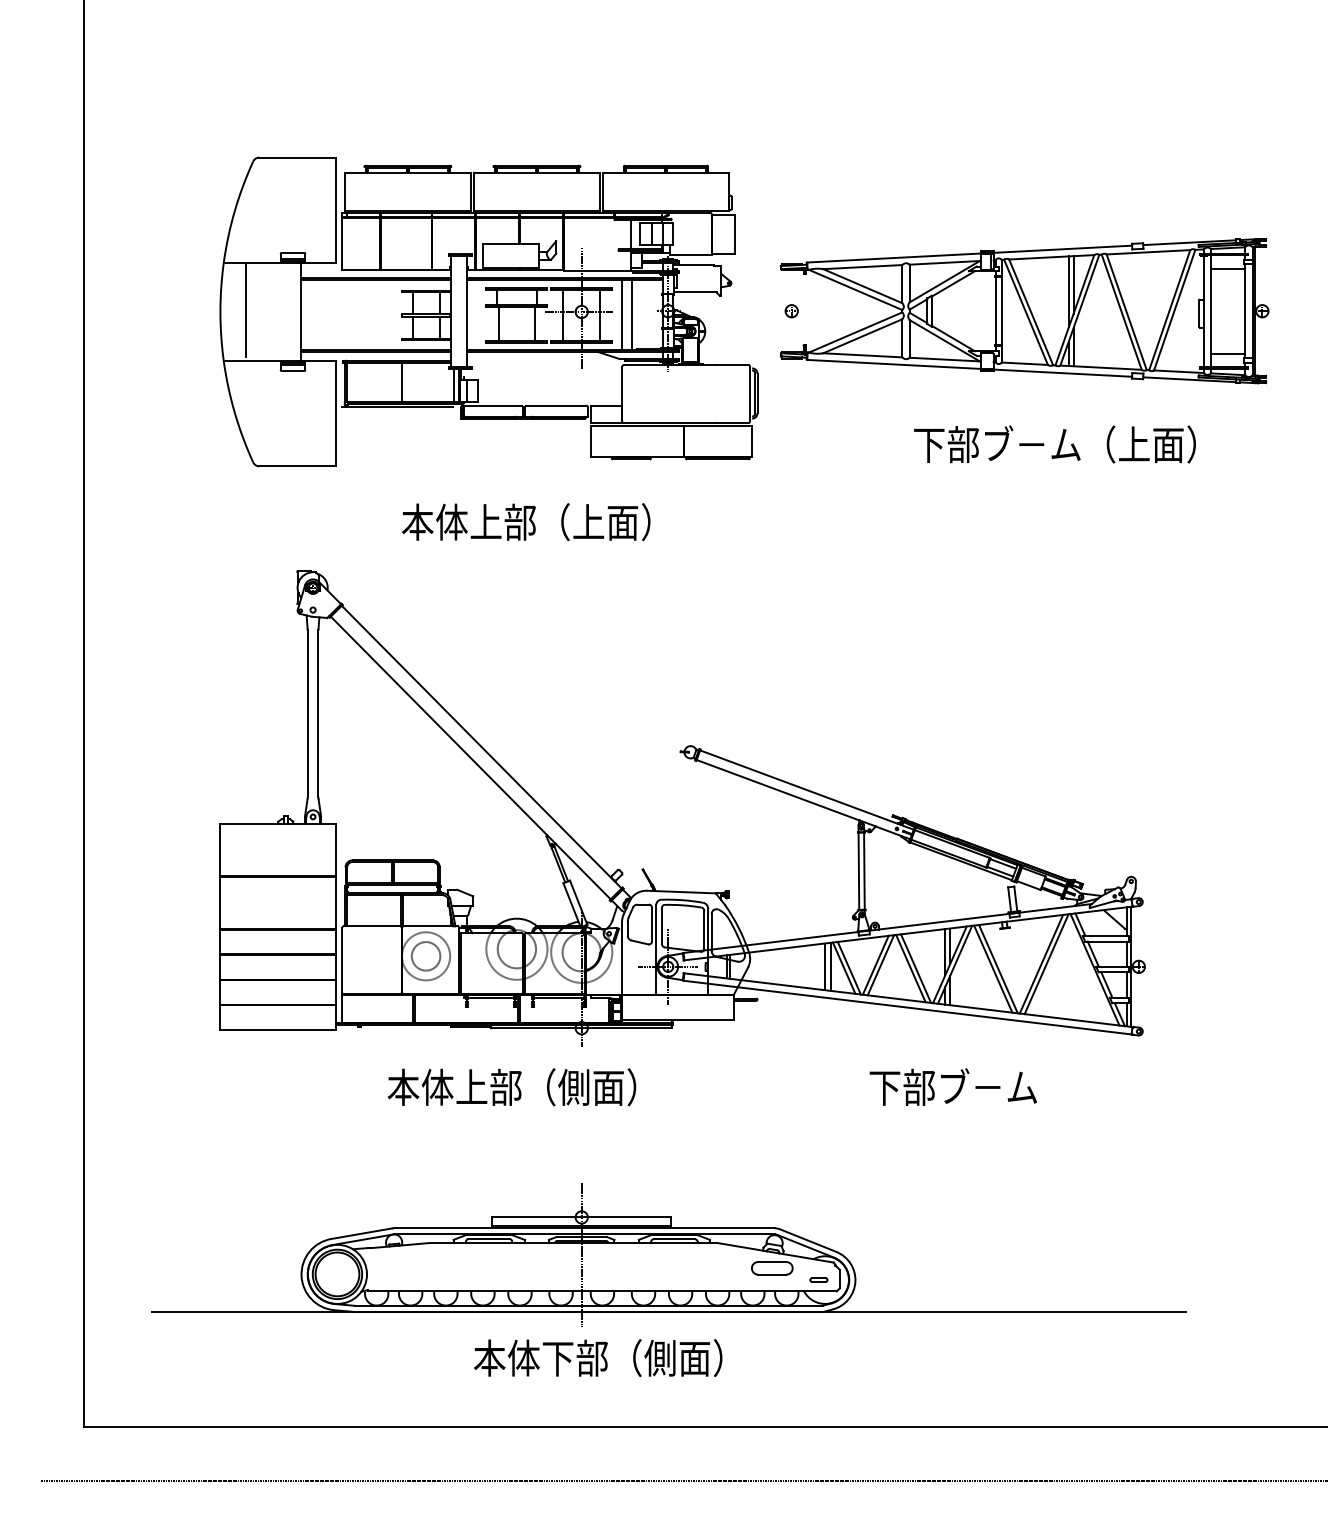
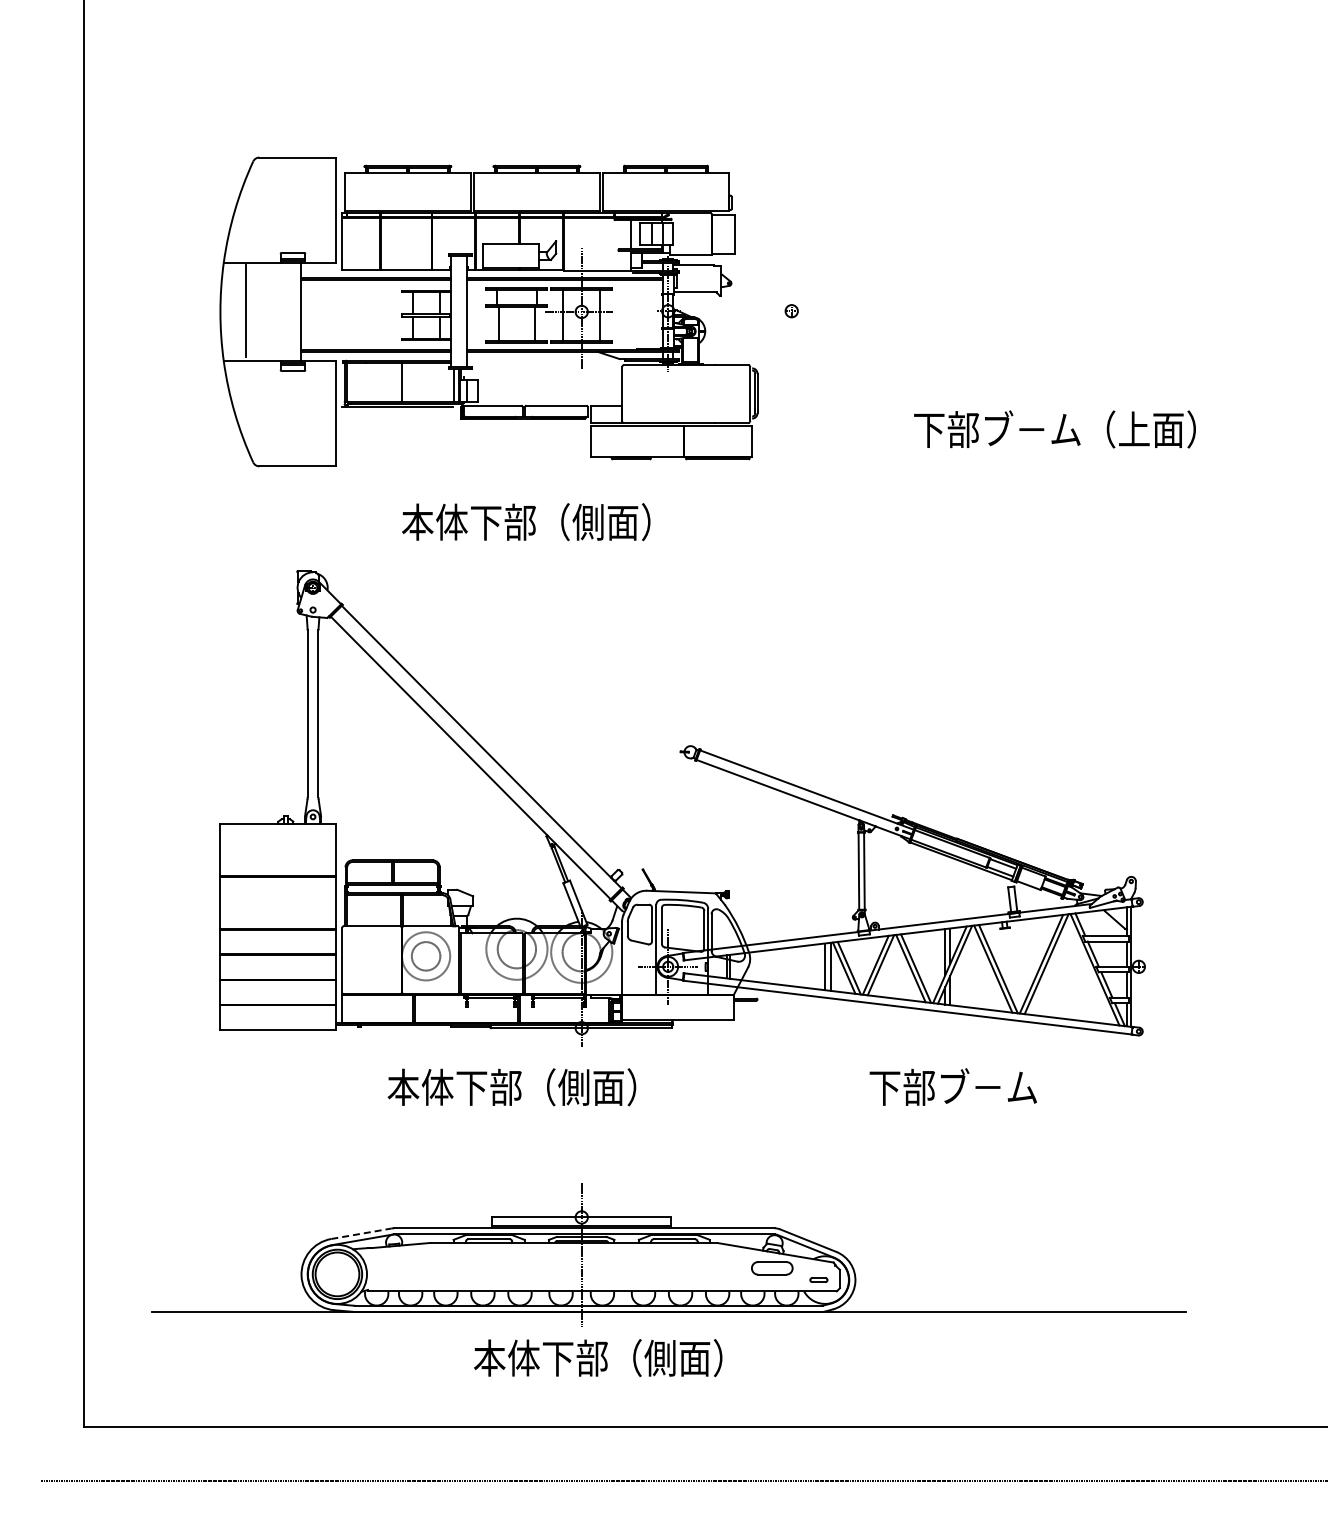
part at (1024, 311): present -> none
line at (621, 315): present -> none
line at (631, 315): present -> none
text at (1054, 444) position: (1054, 444) -> (1054, 429)
text at (537, 522): 本体上部（上面） -> 本体下部（側面）
text at (471, 1087): 本体上部（側面） -> 本体下部（側面）
line at (361, 1233): solid -> dashed
